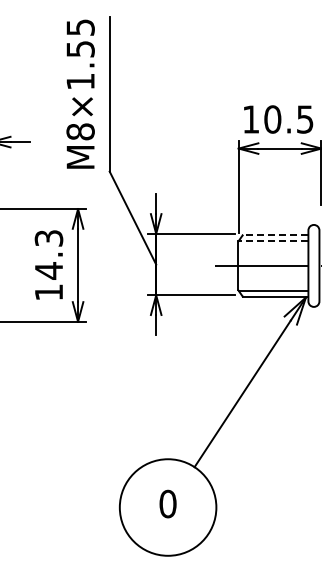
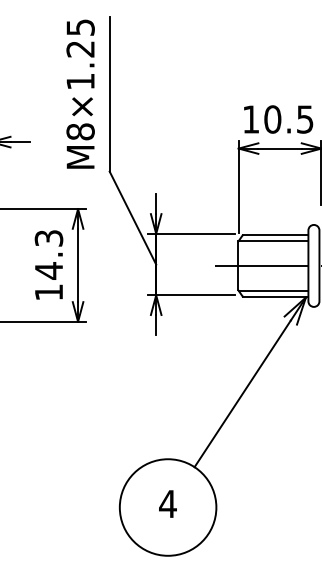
text at (80, 49): M8×1.55 -> M8×1.25
line at (275, 235): dashed -> solid
line at (273, 241): dashed -> solid
text at (167, 503): 0 -> 4
